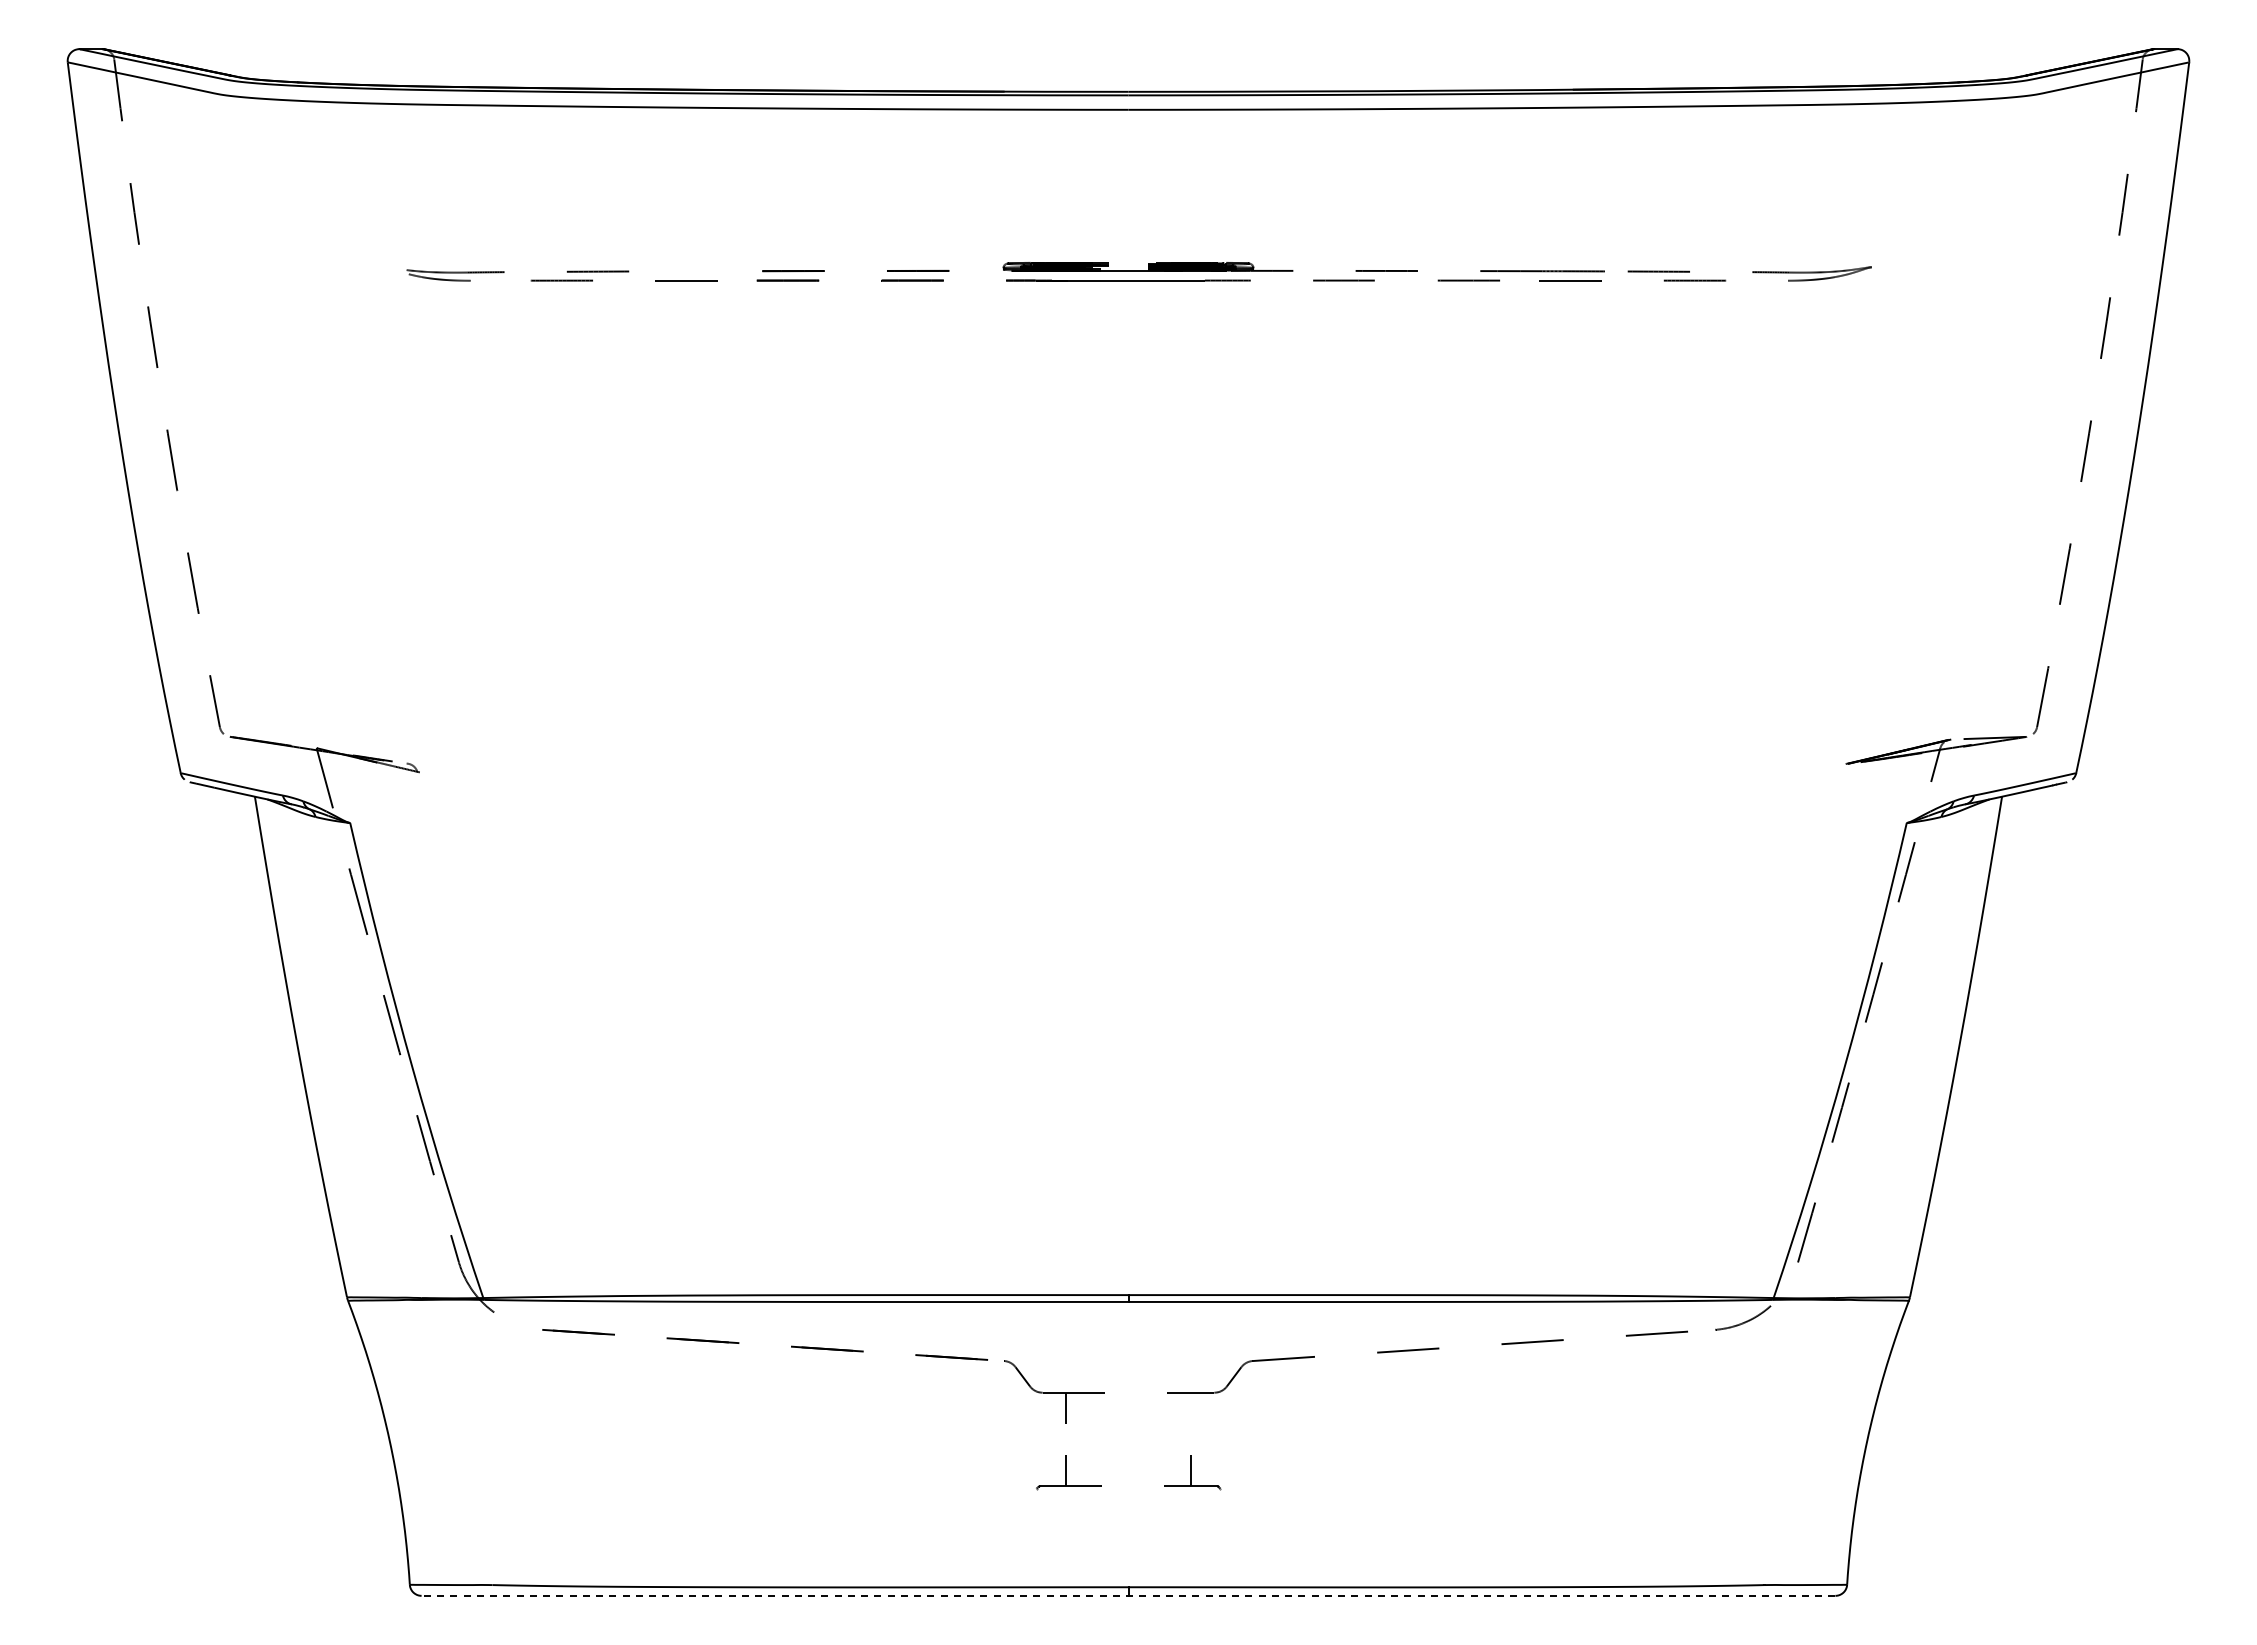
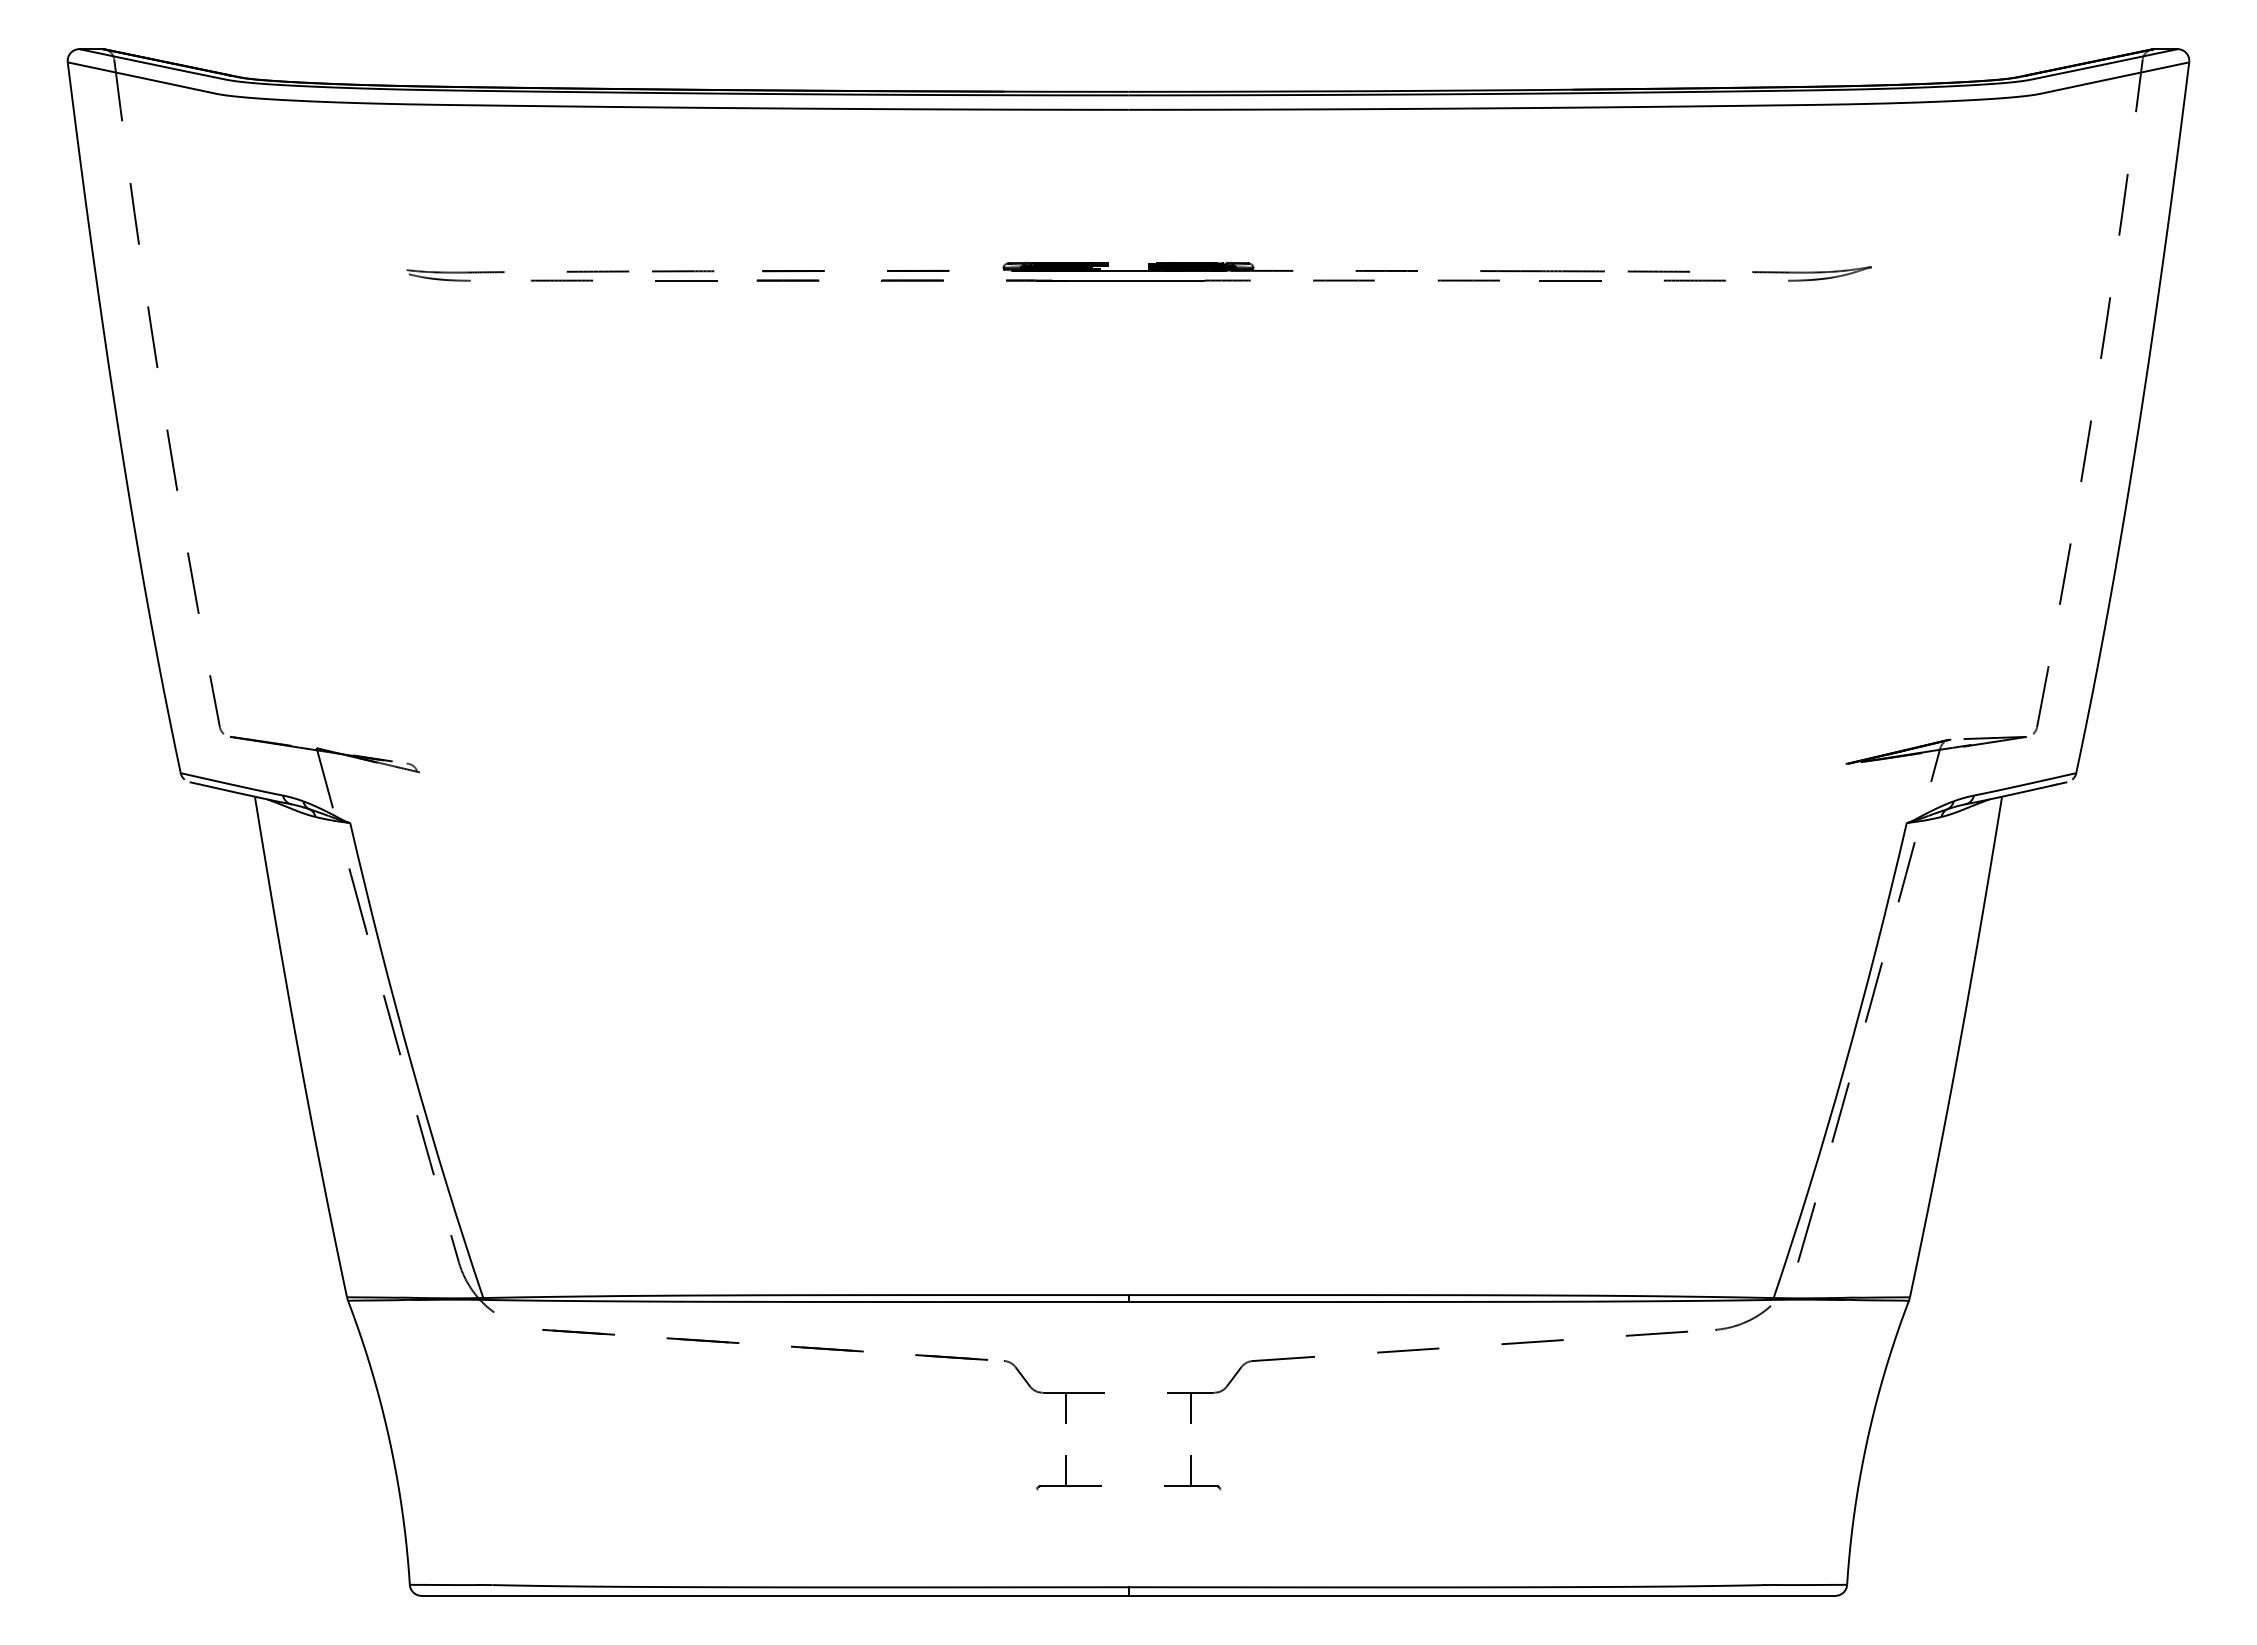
line at (683, 271): none -> present
line at (1190, 1407): none -> present
line at (1128, 1595): dashed -> solid
